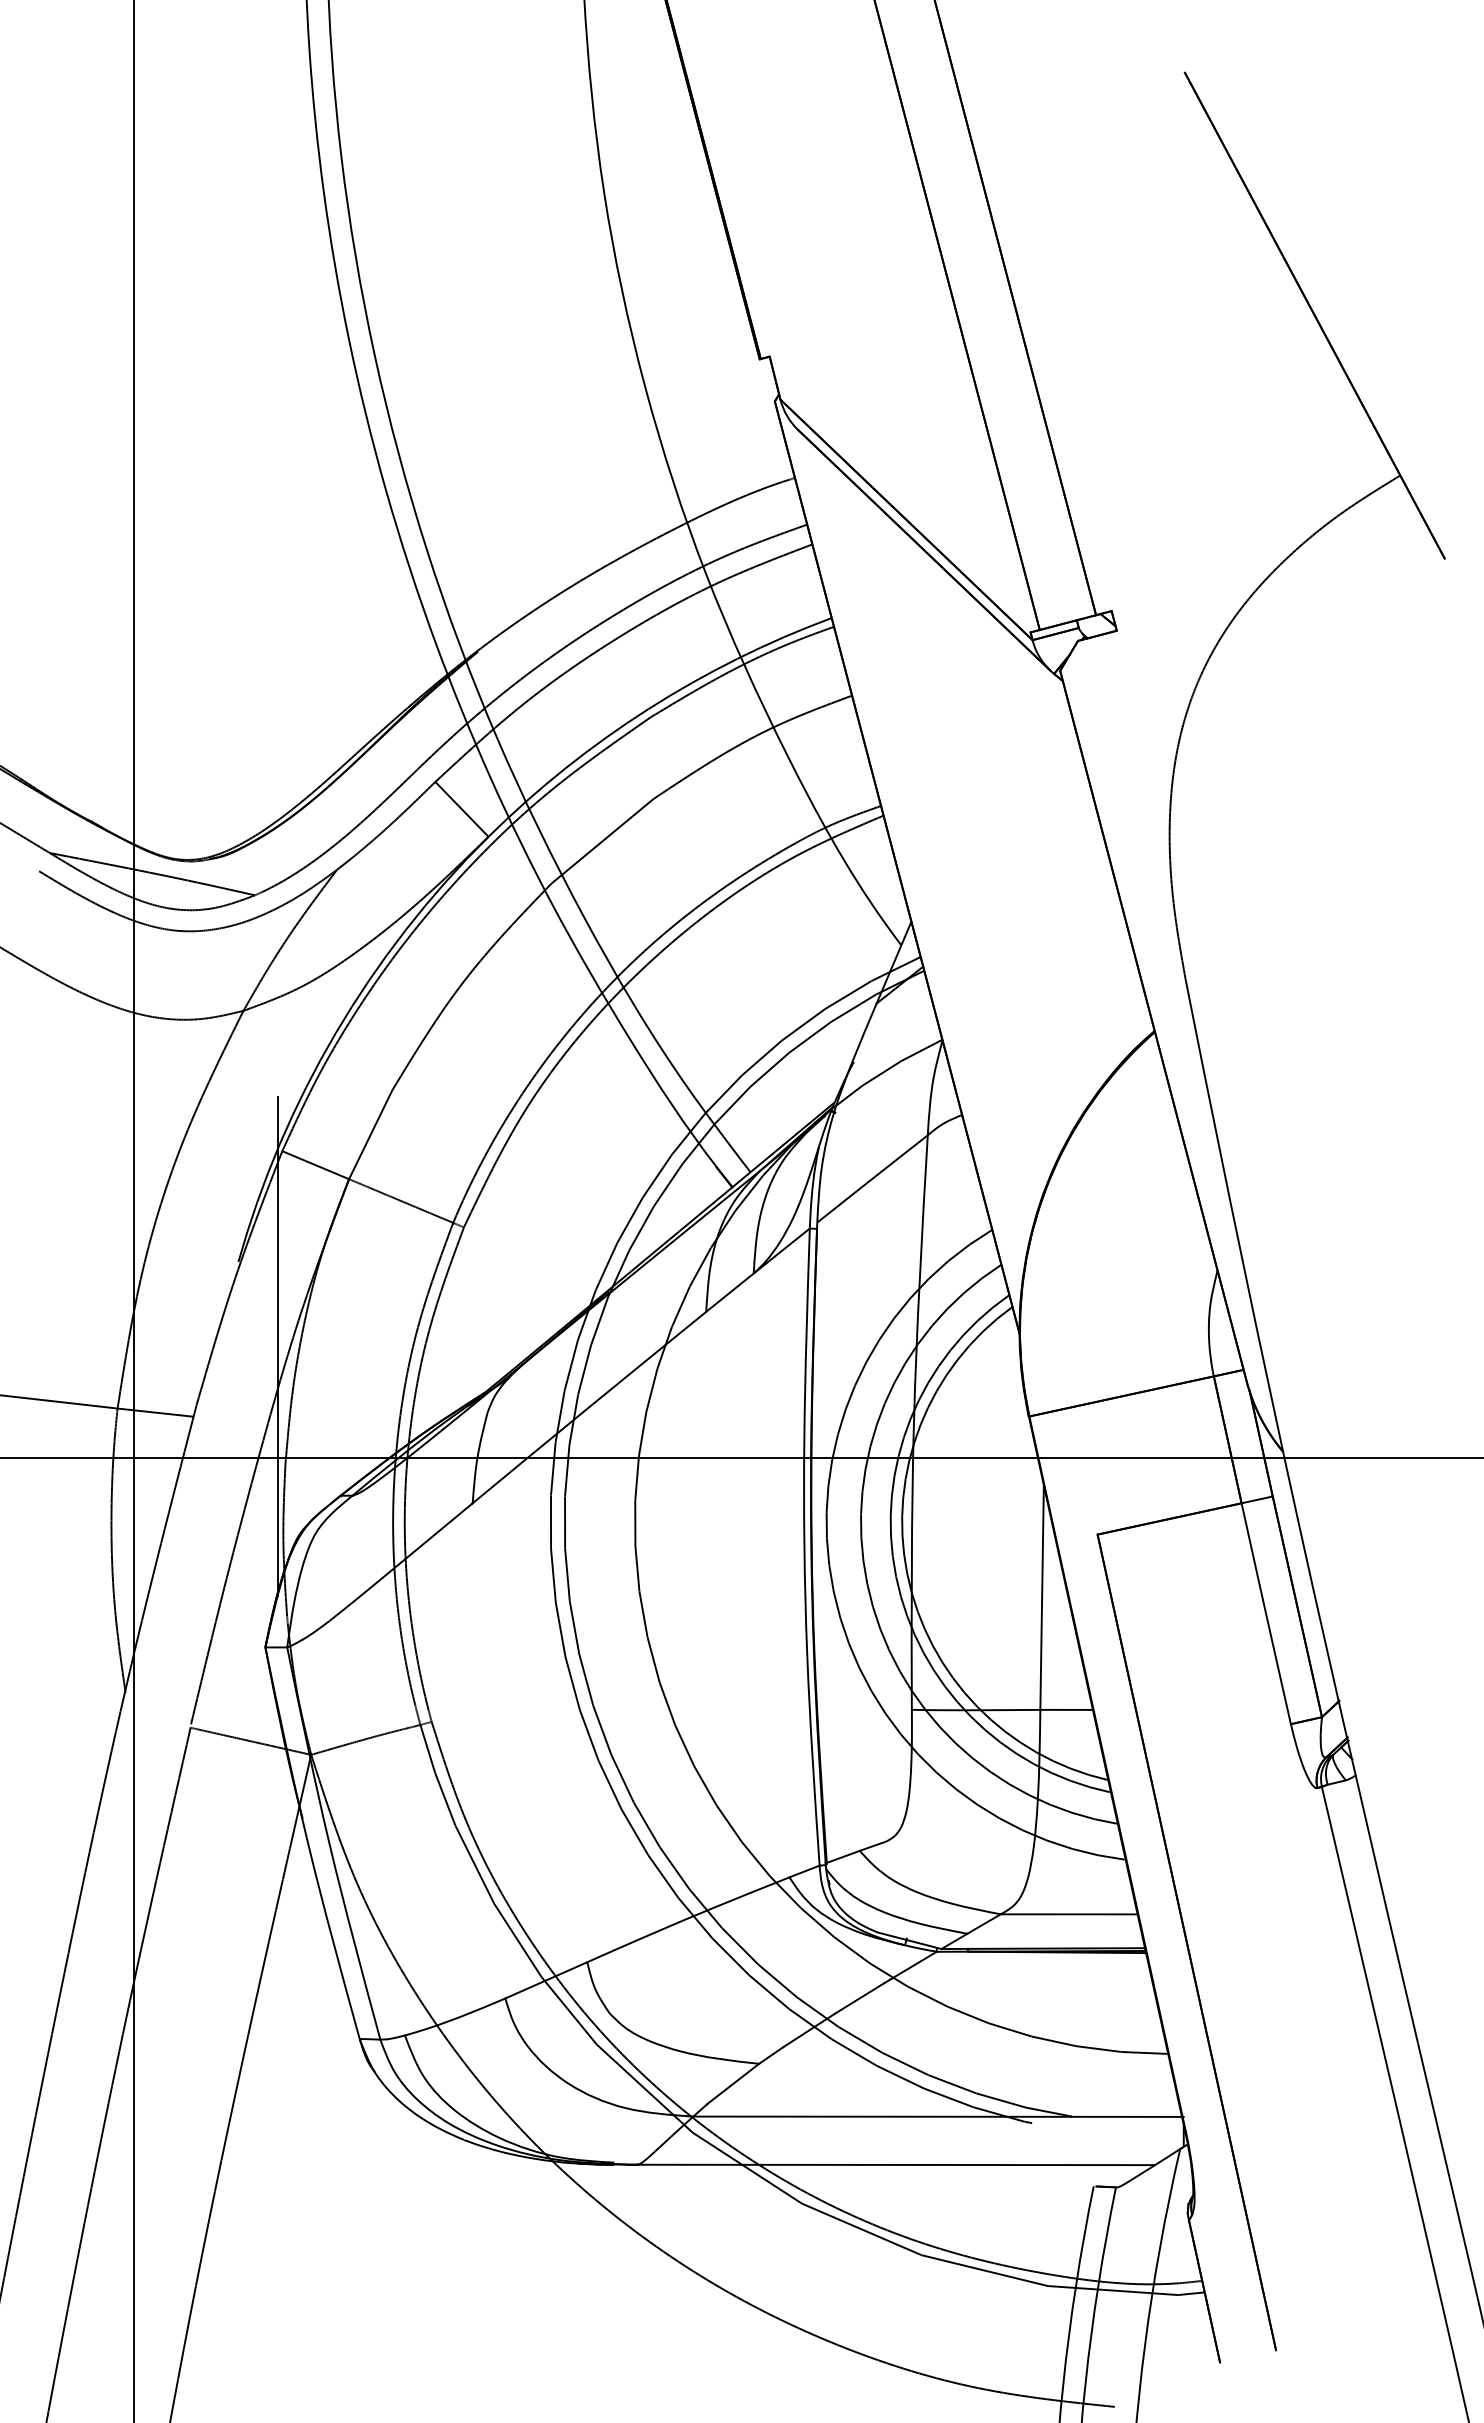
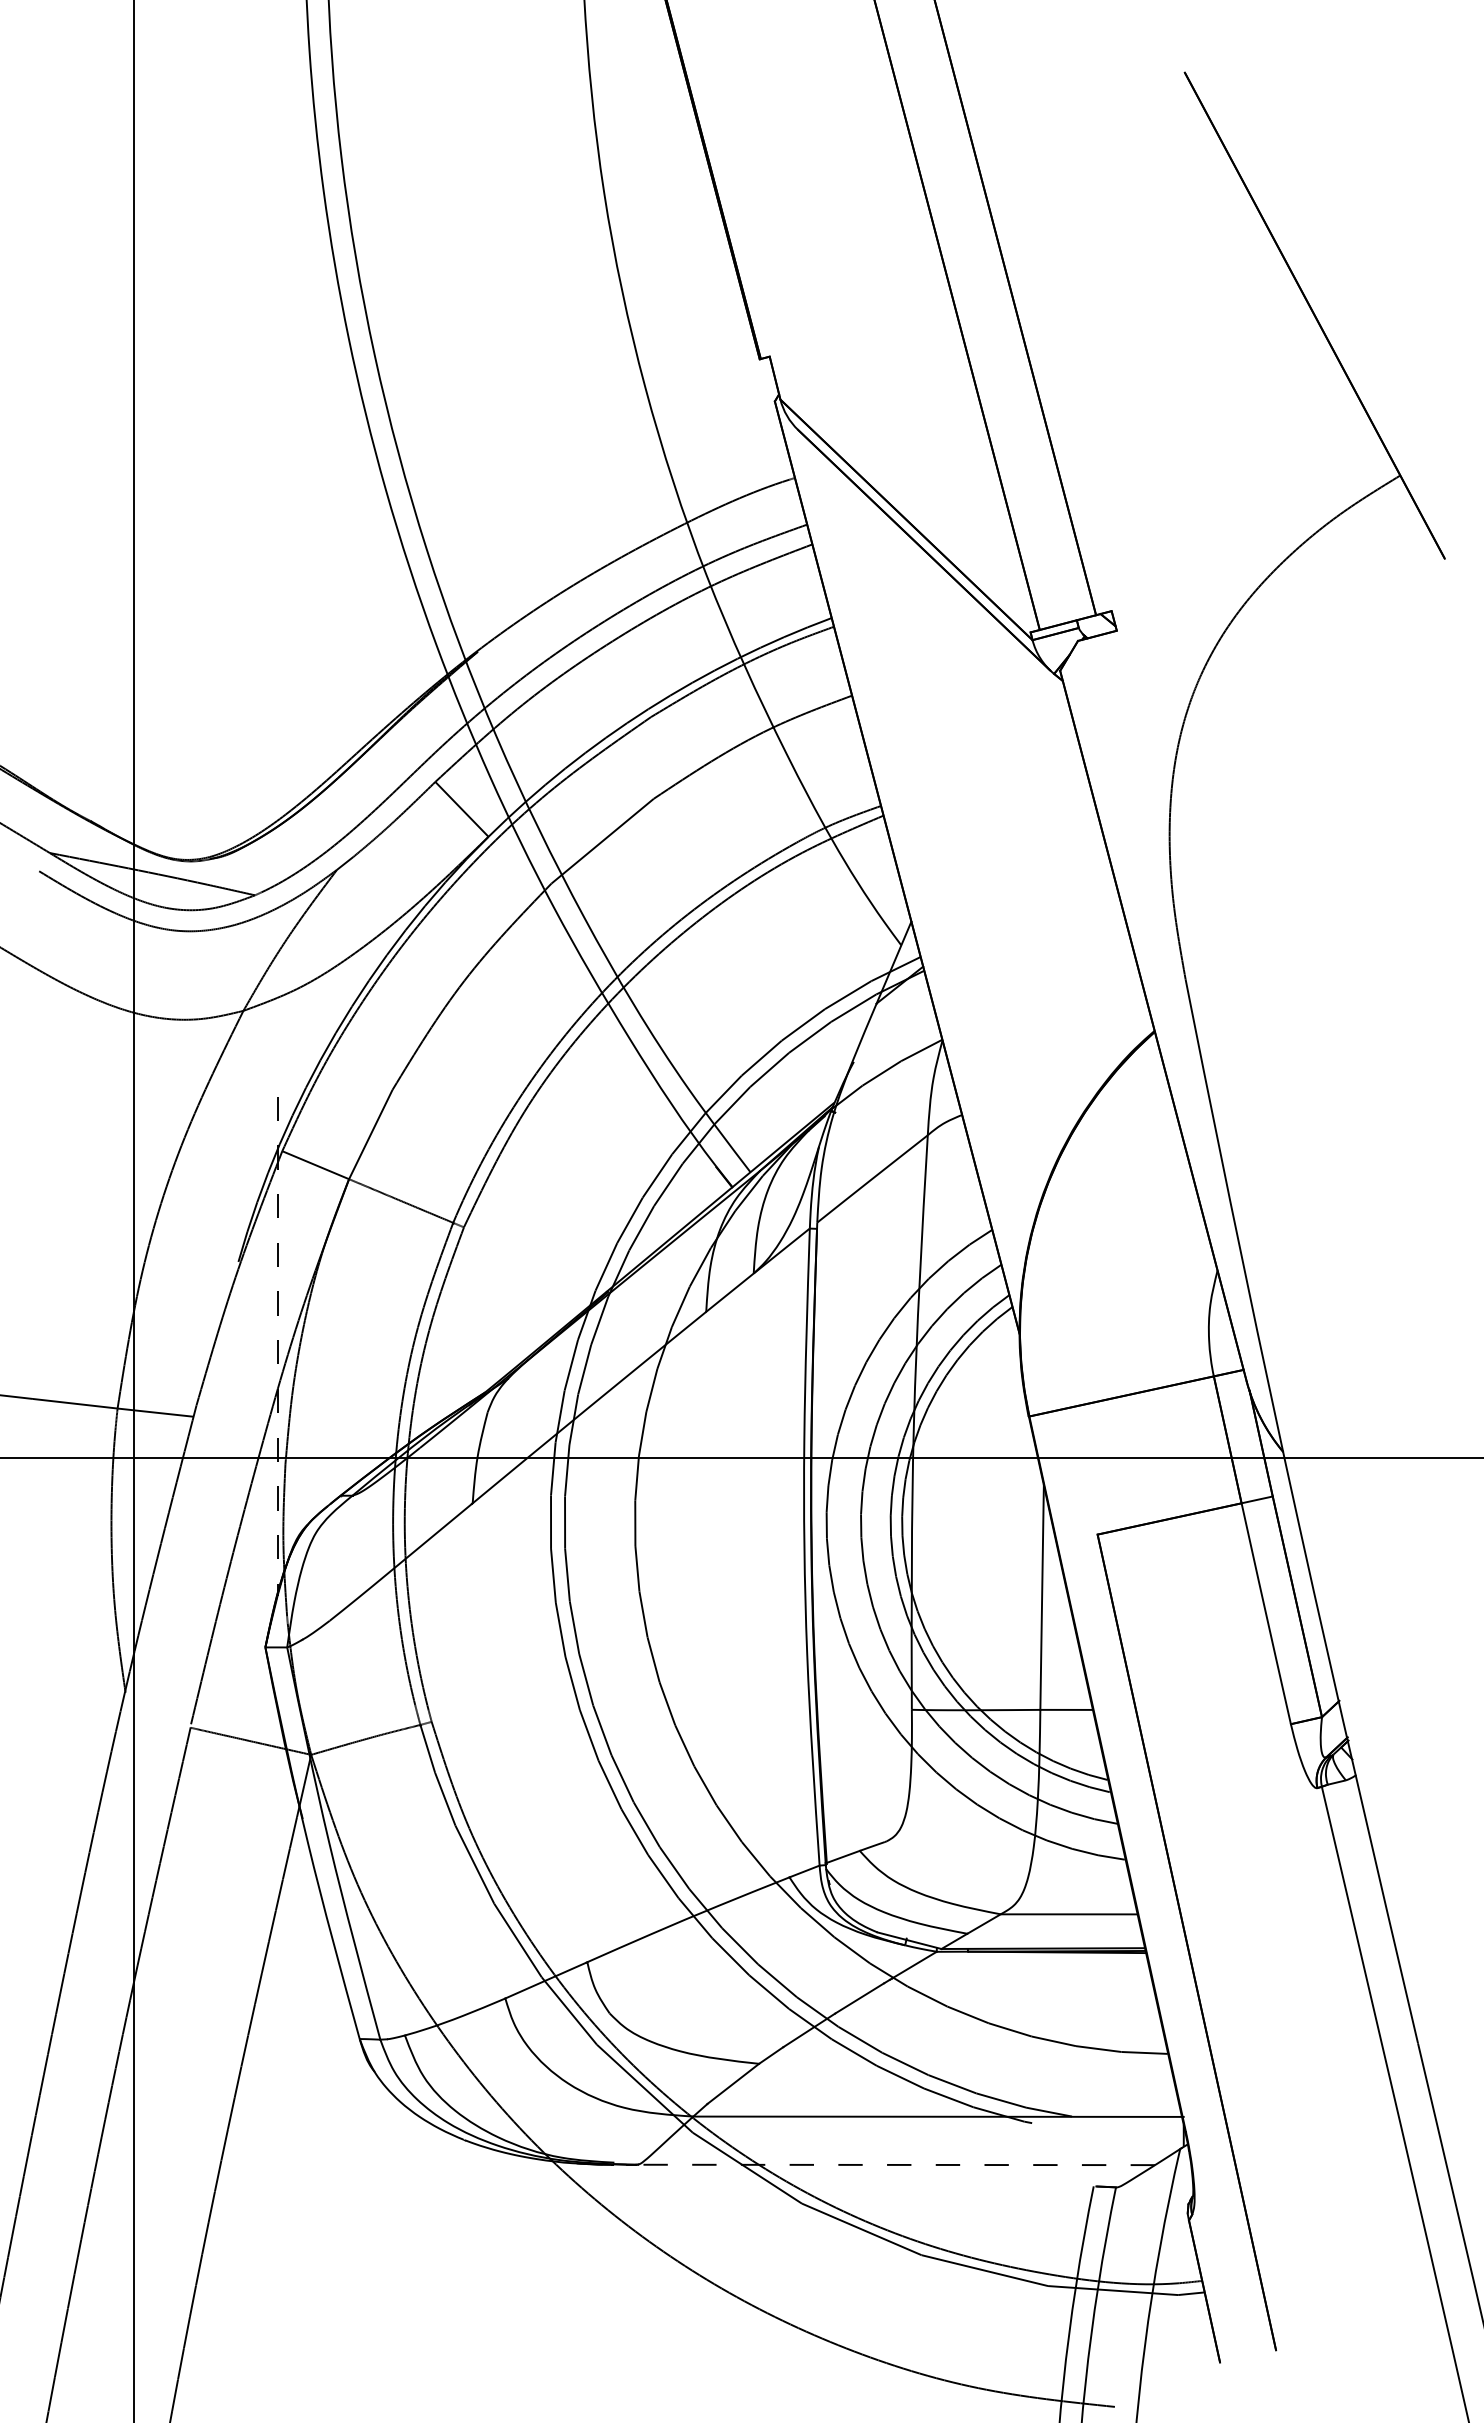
line at (278, 1346): solid -> dashed
line at (895, 2164): solid -> dashed
